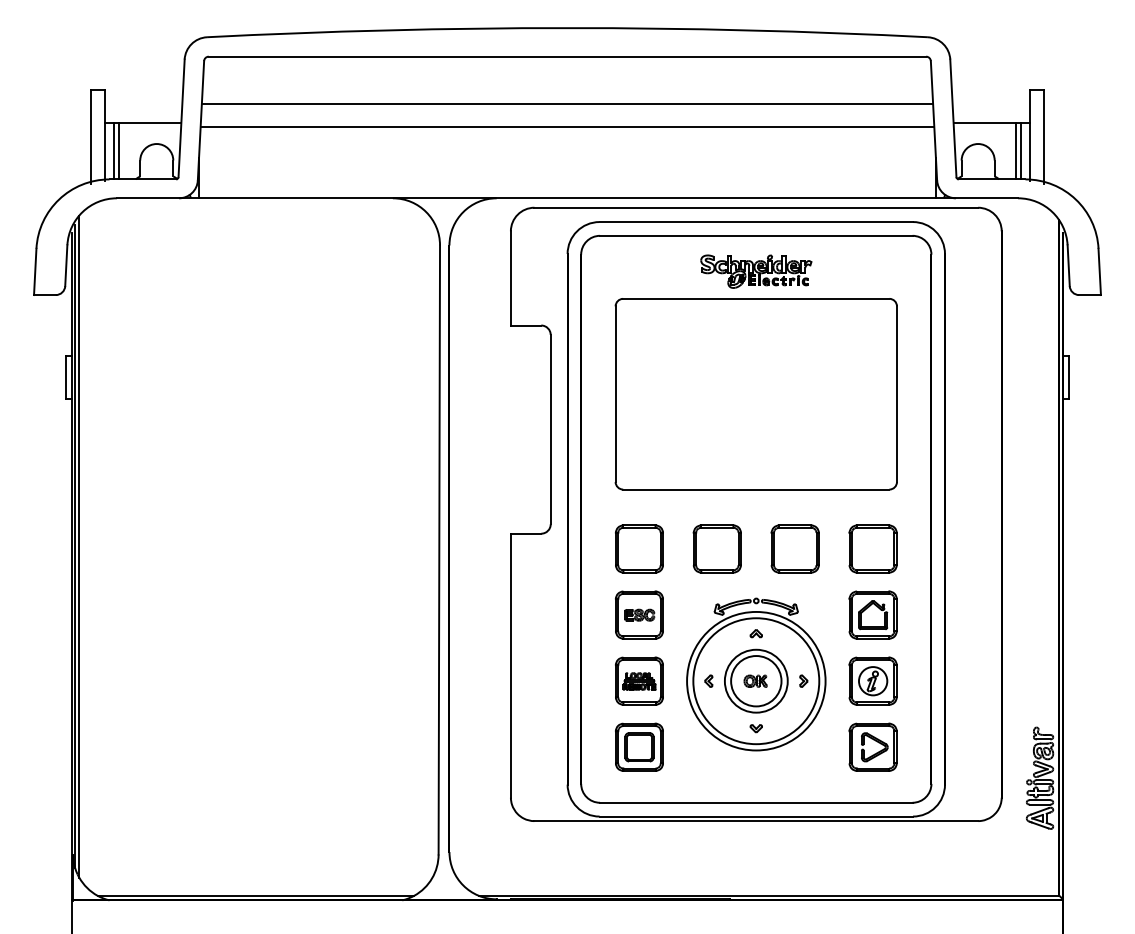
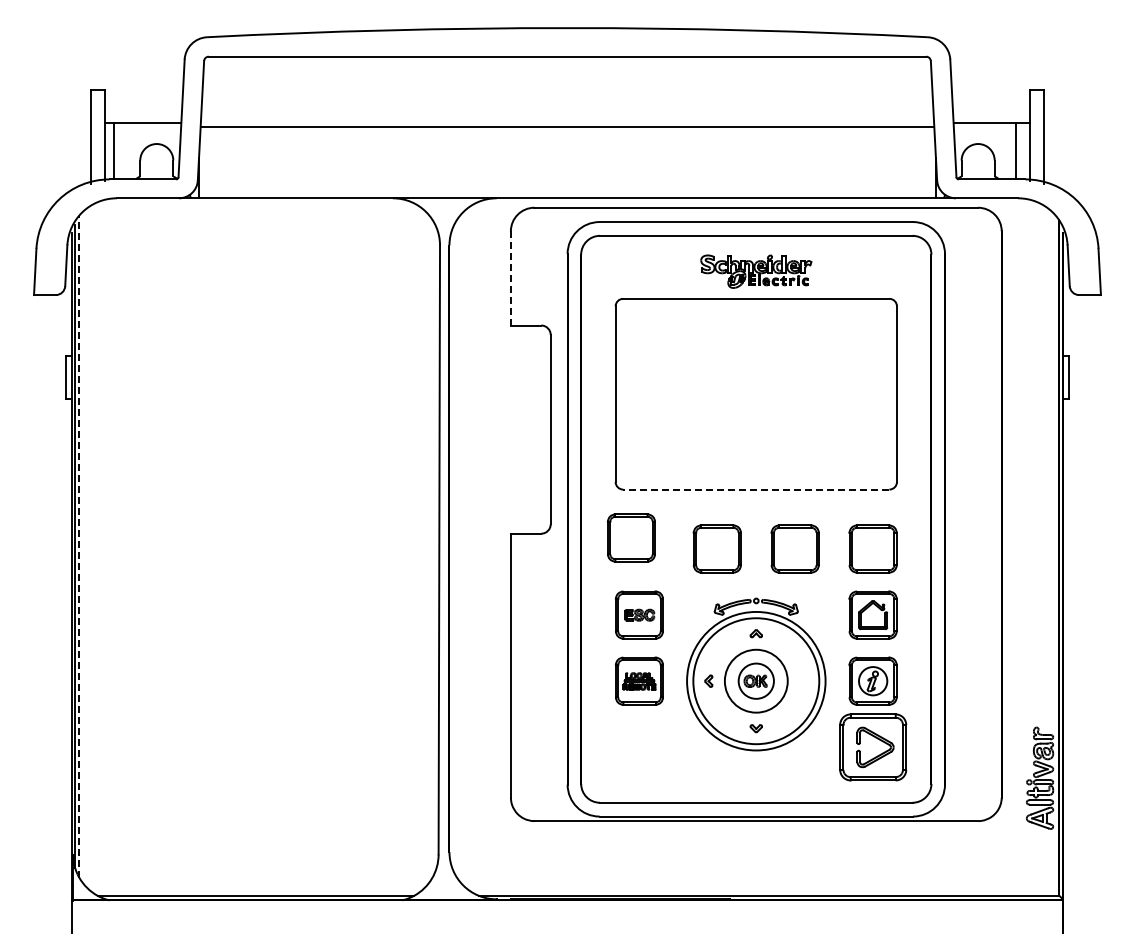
line at (567, 103): present -> none
line at (119, 150): present -> none
line at (1020, 150): present -> none
line at (510, 277): solid -> dashed
line at (755, 489): solid -> dashed
line at (79, 546): solid -> dashed
part at (639, 548) position: (639, 548) -> (631, 537)
part at (803, 680): present -> none
circle at (756, 681) diameter: 50 px -> 35 px
part at (639, 746): present -> none
part at (872, 746) size: 50x50 px -> 69x69 px
